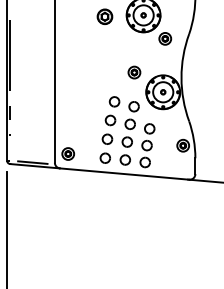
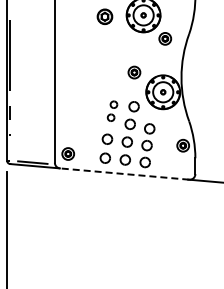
part at (112, 111) size: 17x31 px -> 13x22 px
line at (124, 174): solid -> dashed
